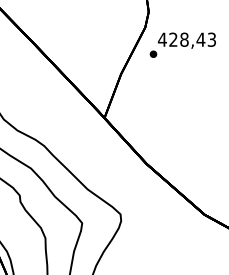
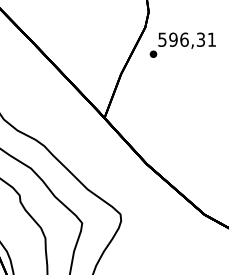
text at (186, 39): 428,43 -> 596,31
